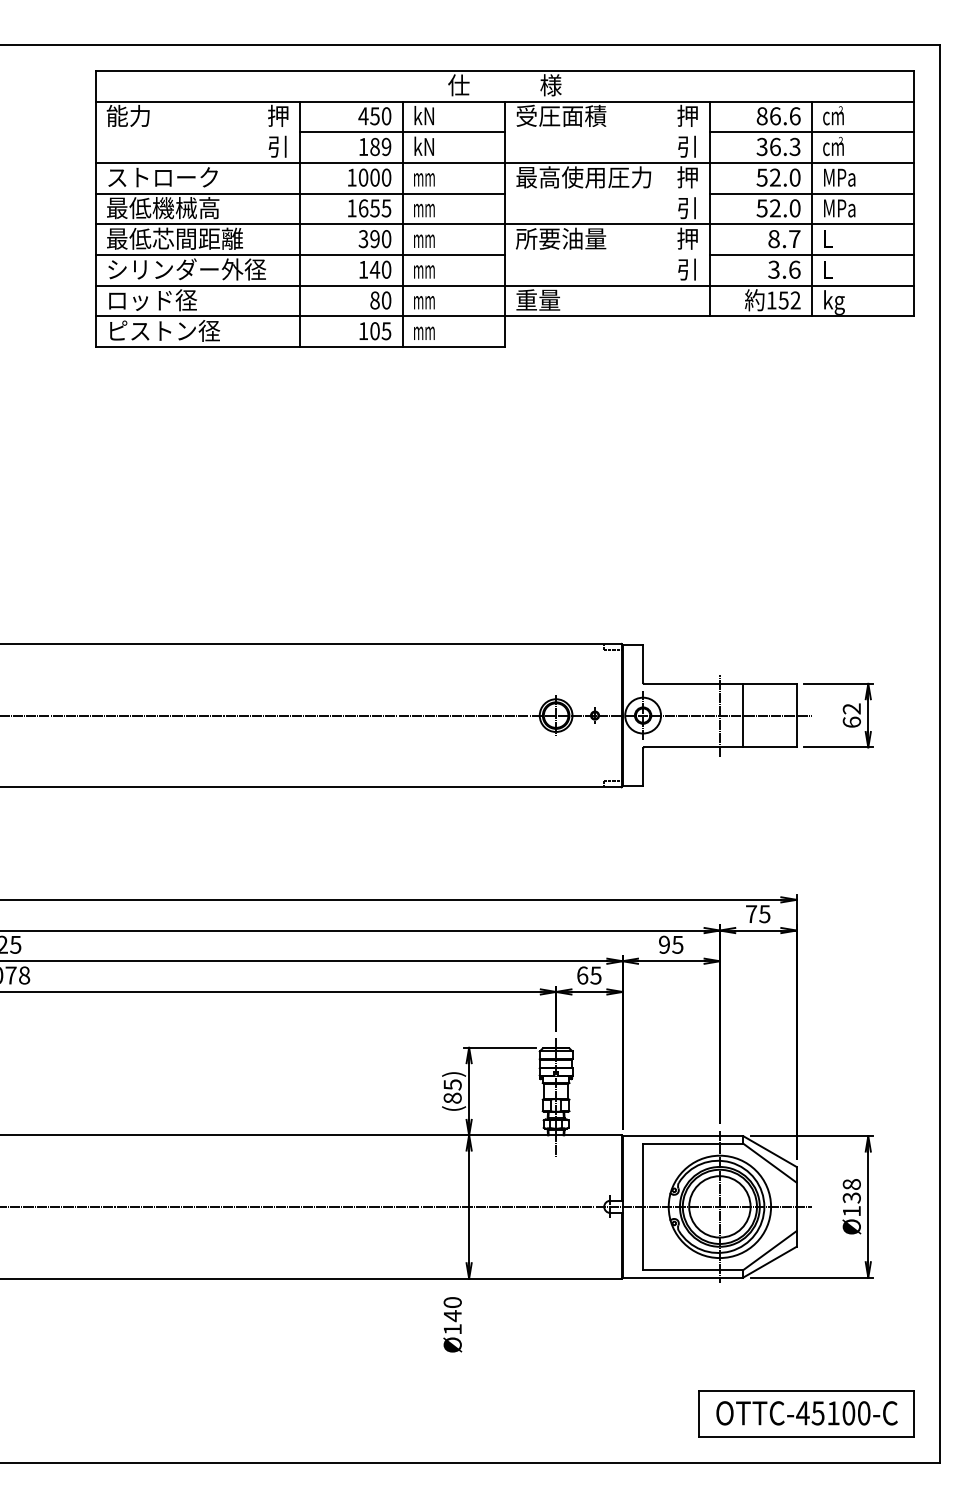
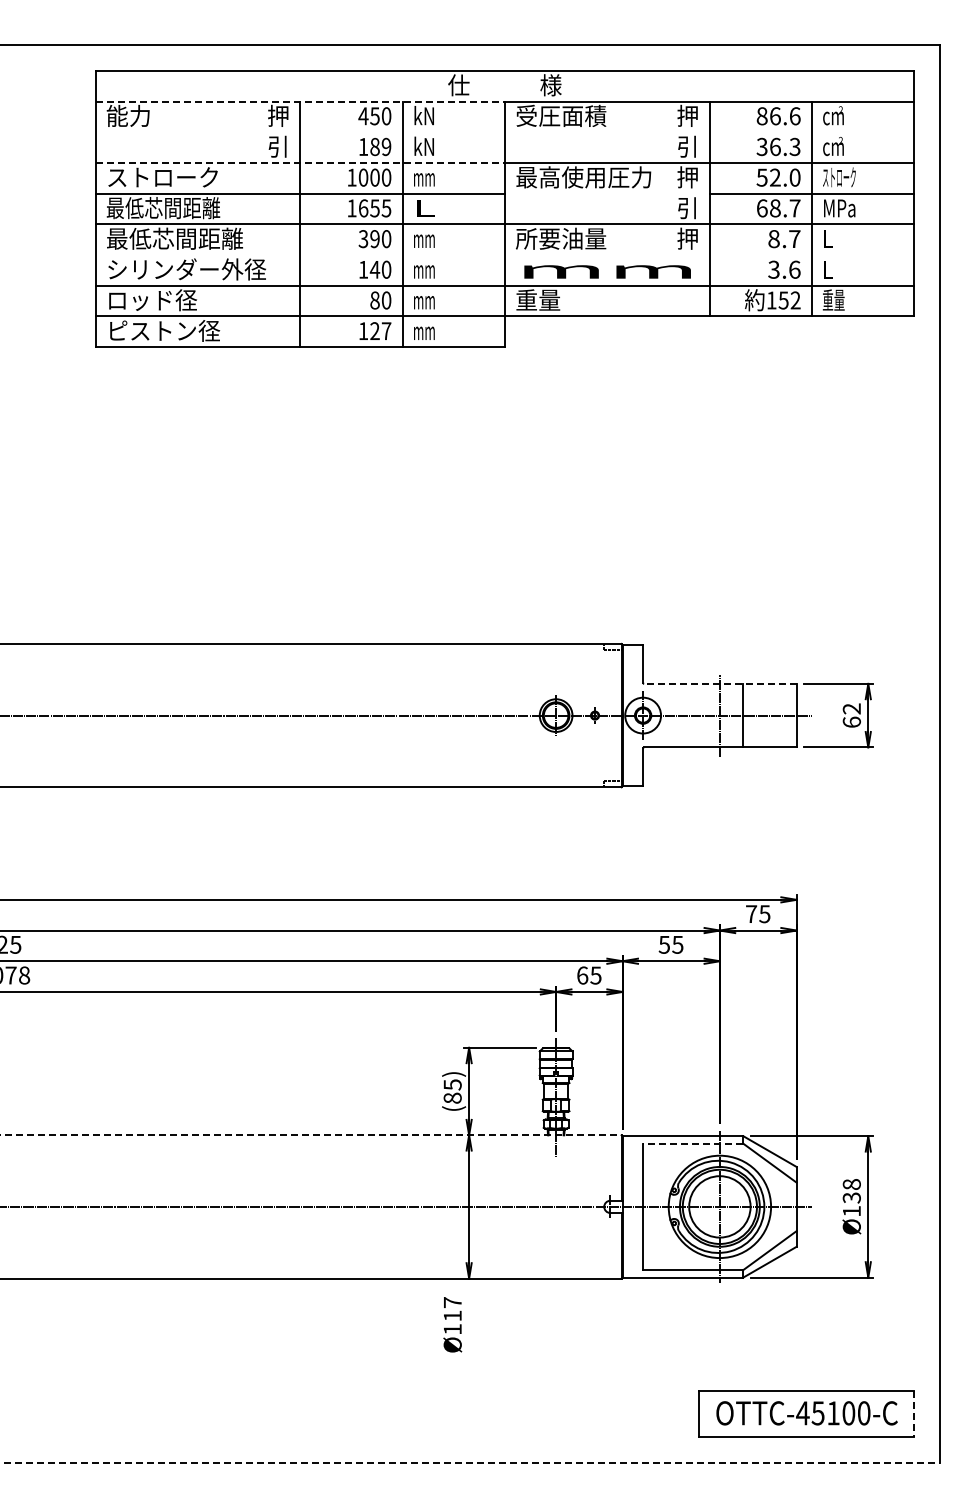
line at (300, 101): solid -> dashed
line at (402, 132): present -> none
line at (811, 132): present -> none
line at (300, 162): solid -> dashed
text at (839, 177): MPa -> ストローク
text at (163, 208): 最低機械高 -> 最低芯間距離
text at (424, 208): mm -> L
text at (778, 208): 52.0 -> 68.7
line at (299, 255): present -> none
line at (811, 255): present -> none
text at (609, 269): 引 -> mm
text at (833, 301): kg -> 重量
text at (380, 331): 105 -> 127
line at (719, 683): solid -> dashed
text at (663, 944): 95 -> 55
line at (311, 1135): solid -> dashed
line at (692, 1143): solid -> dashed
text at (452, 1309): Ø140 -> Ø117
line at (914, 1414): solid -> dashed
line at (470, 1462): solid -> dashed
